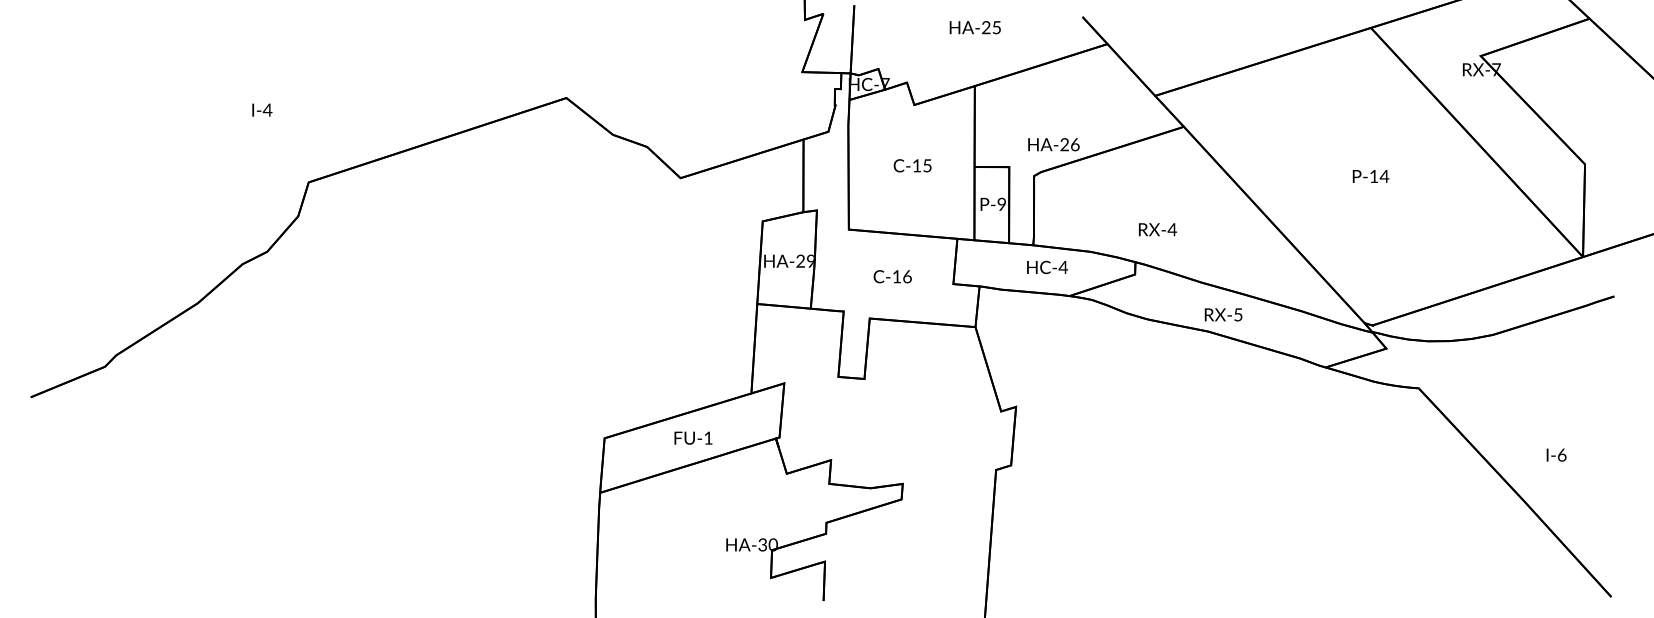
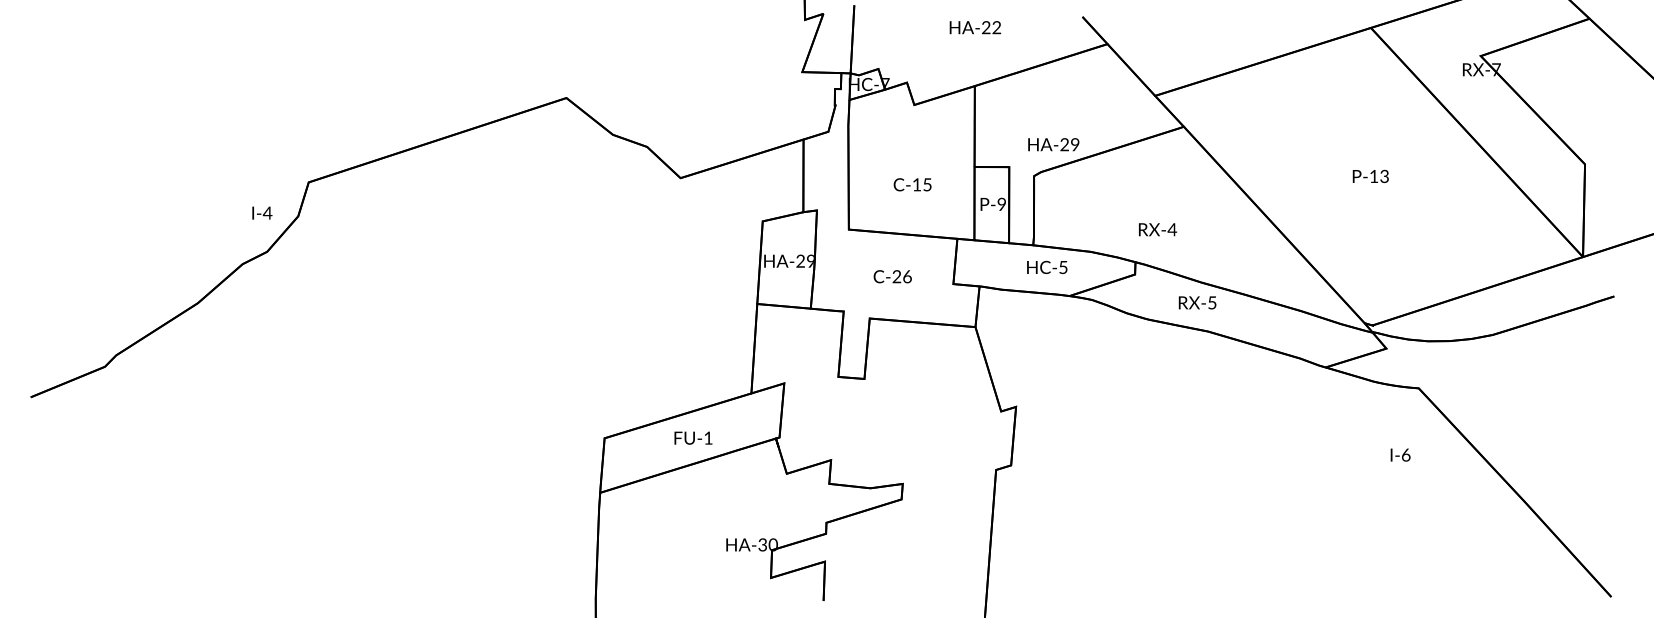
text at (996, 27): HA-25 -> HA-22
text at (262, 109) position: (262, 109) -> (262, 212)
text at (1075, 144): HA-26 -> HA-29
text at (912, 165) position: (912, 165) -> (912, 184)
text at (1384, 176): P-14 -> P-13
text at (1063, 267): HC-4 -> HC-5
text at (896, 276): C-16 -> C-26
text at (1223, 314) position: (1223, 314) -> (1197, 302)
text at (1556, 454) position: (1556, 454) -> (1400, 454)
